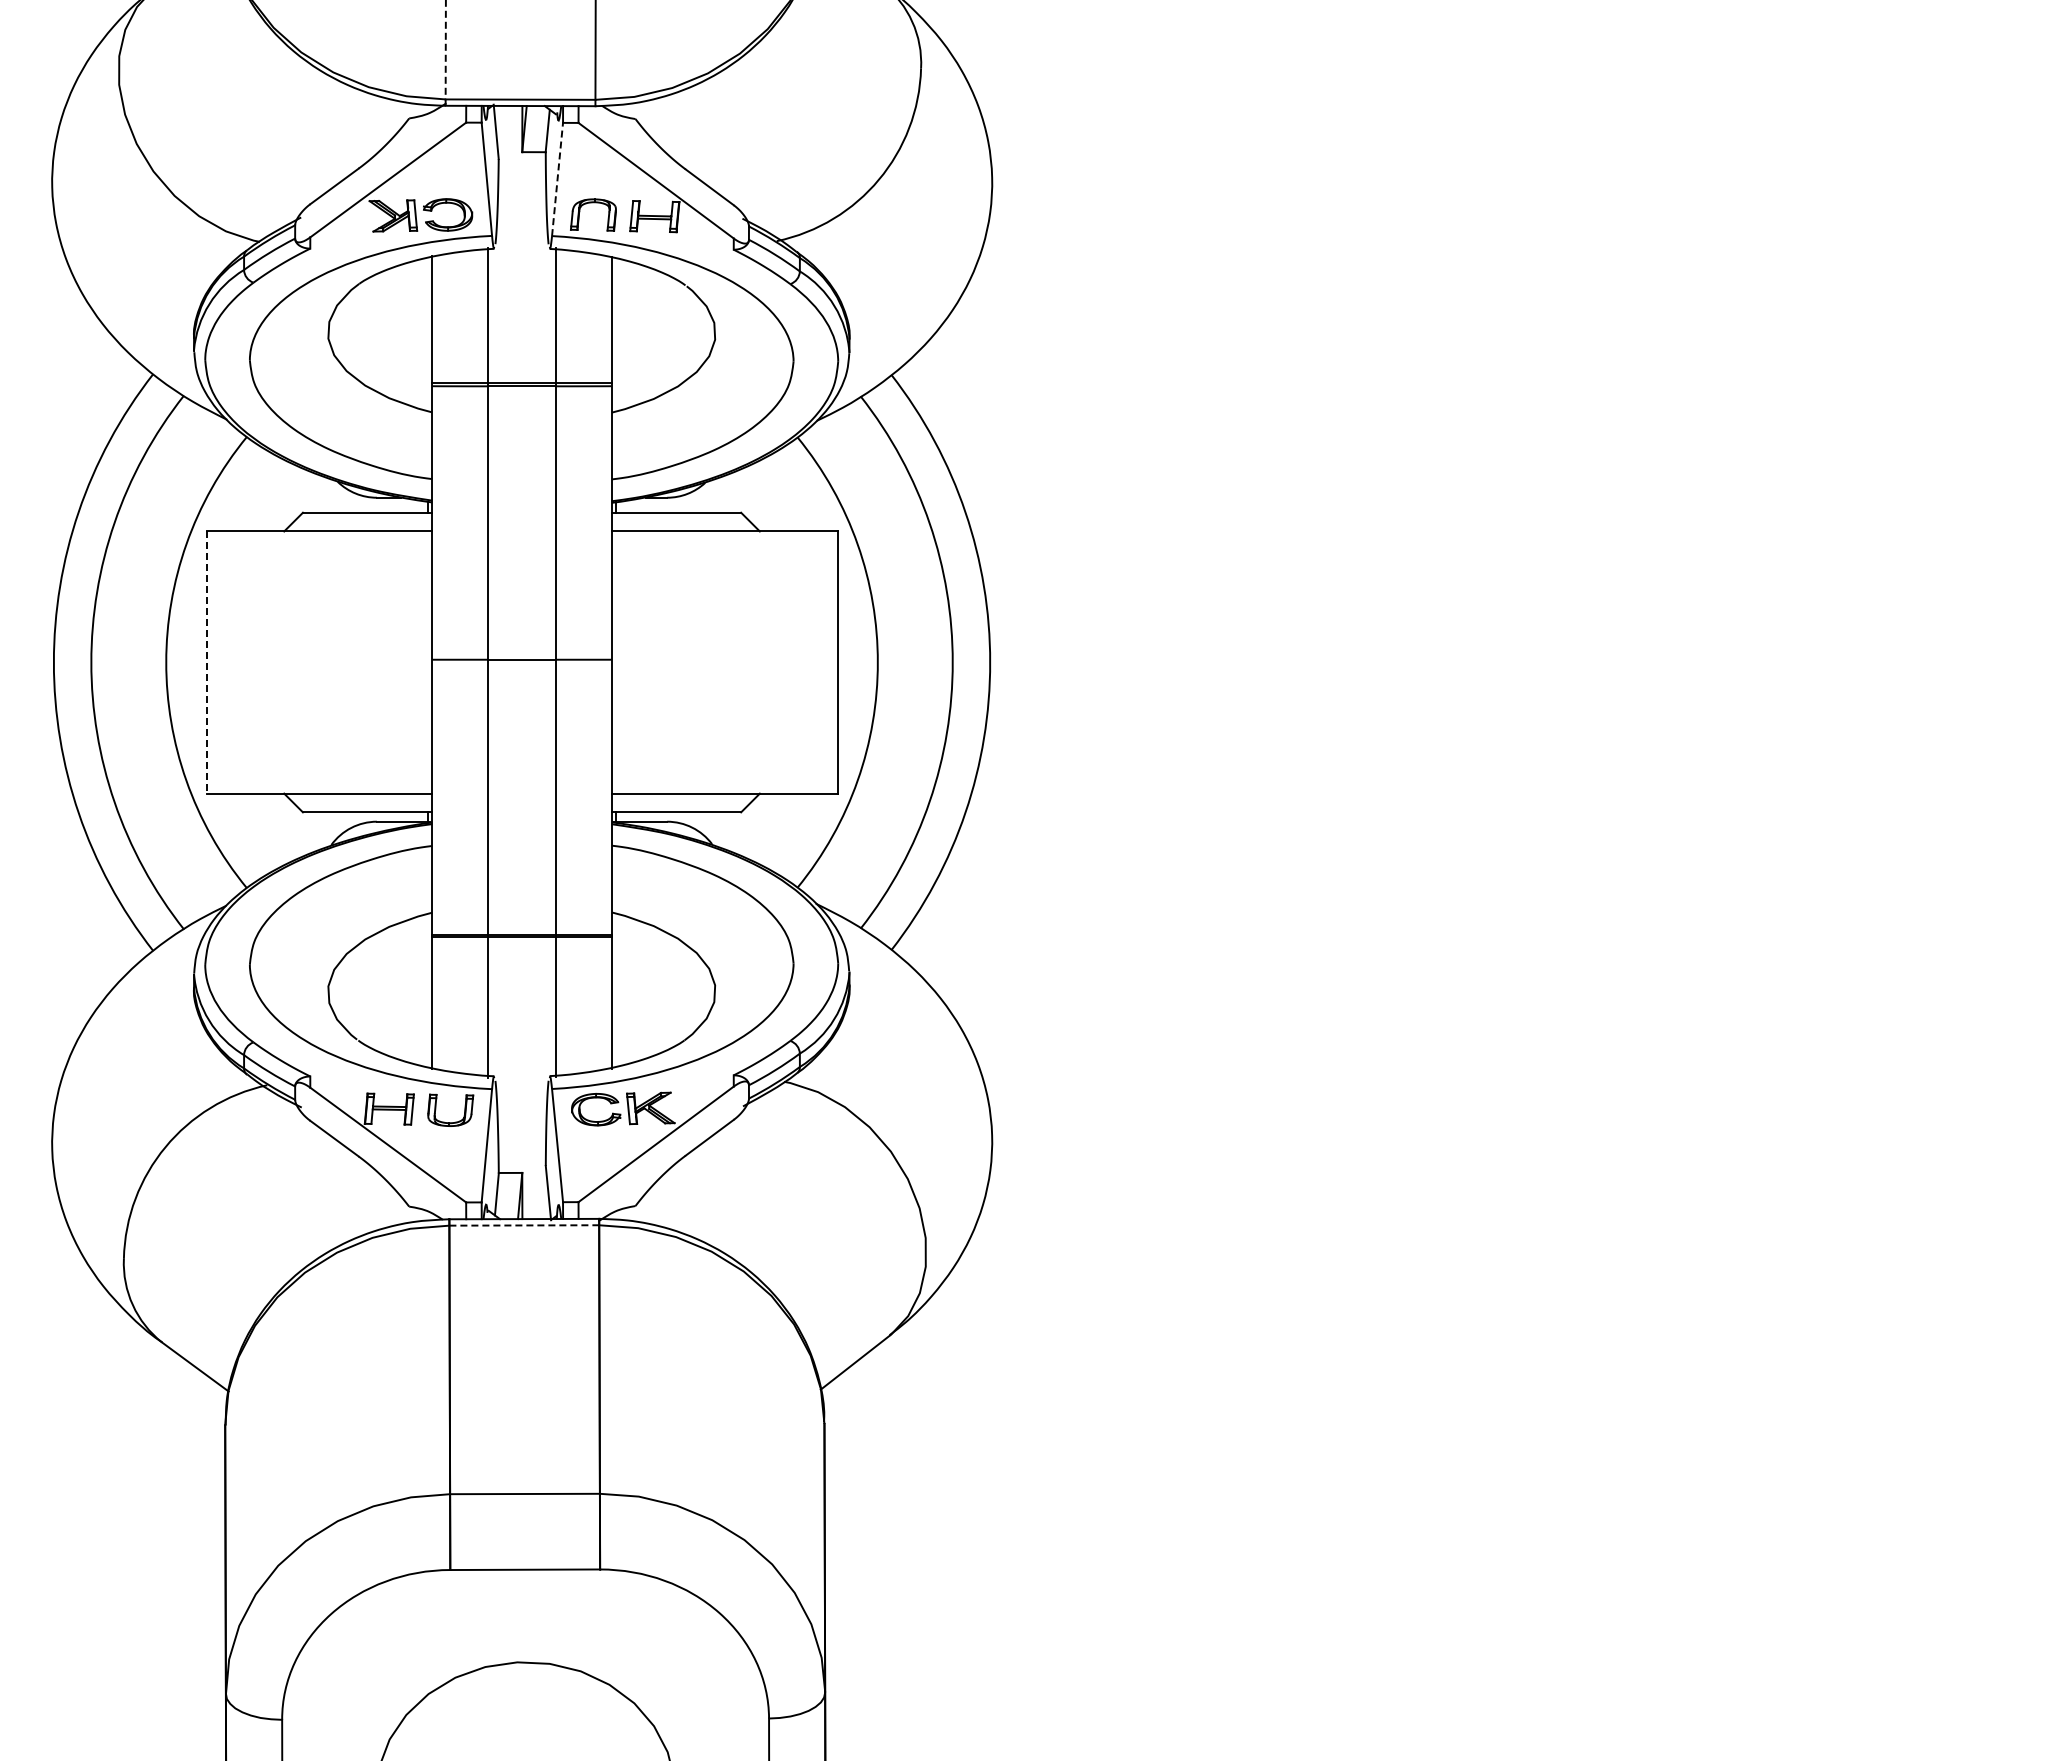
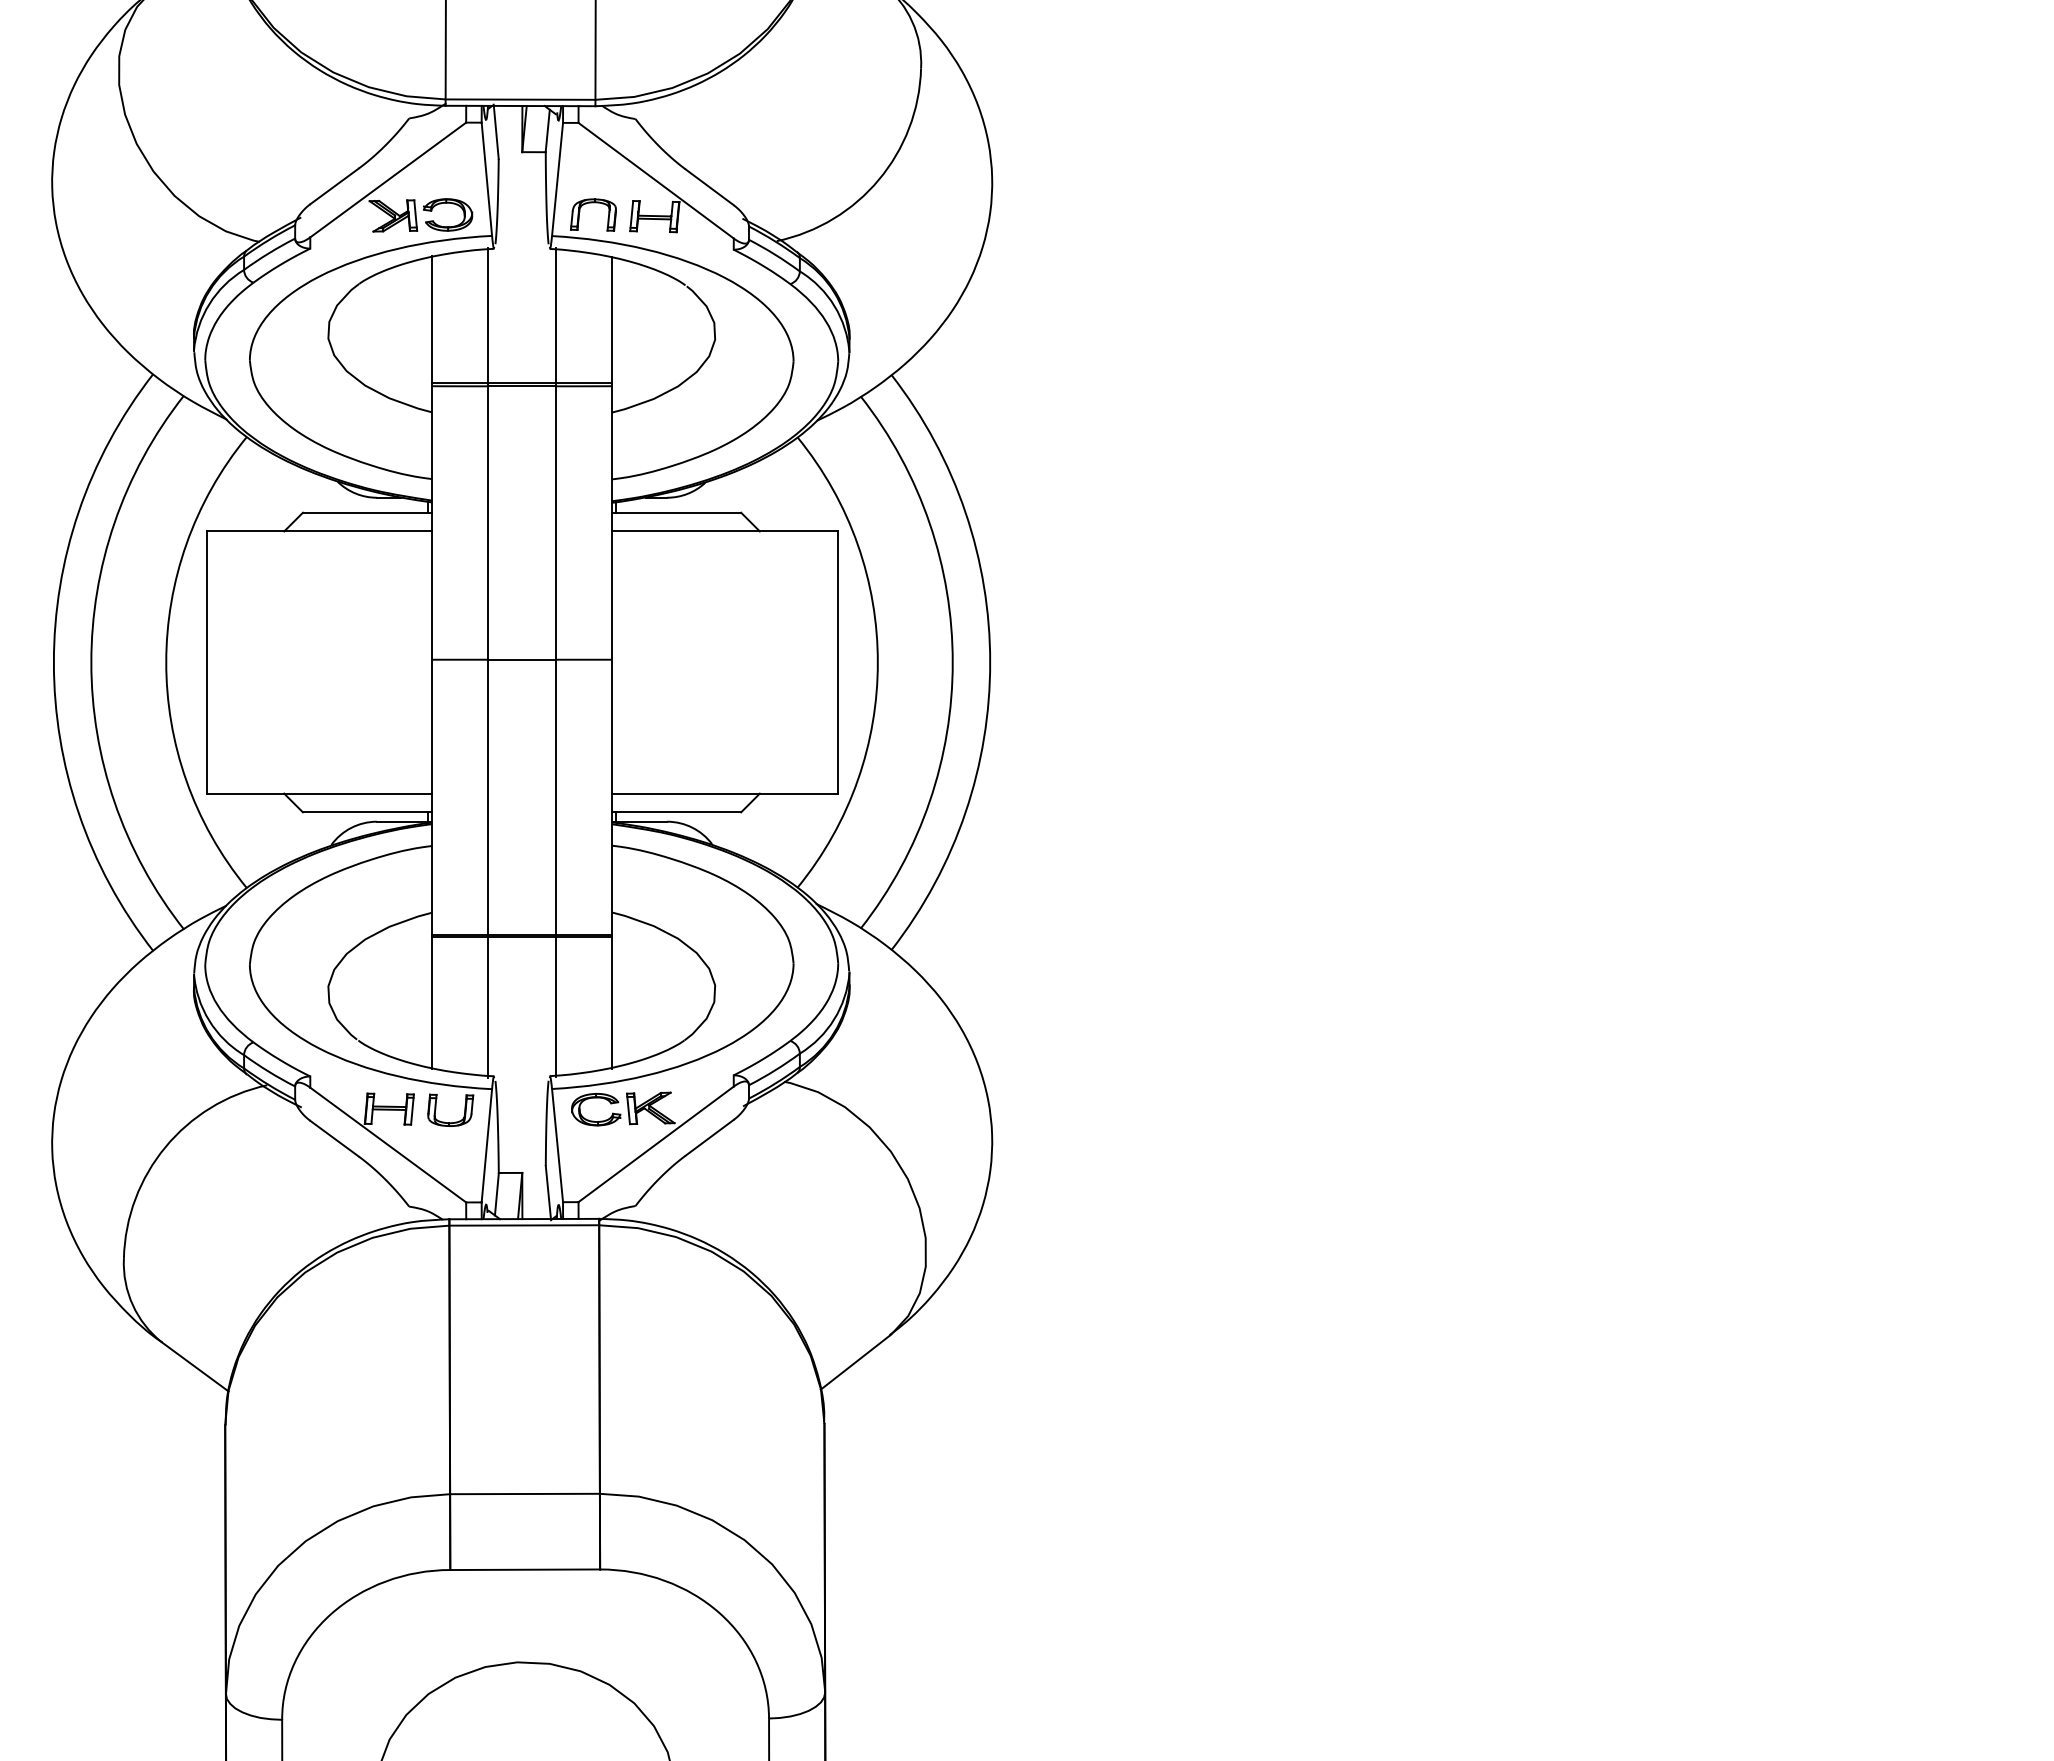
line at (445, 52): dashed -> solid
line at (557, 179): dashed -> solid
line at (206, 663): dashed -> solid
line at (524, 1225): dashed -> solid
